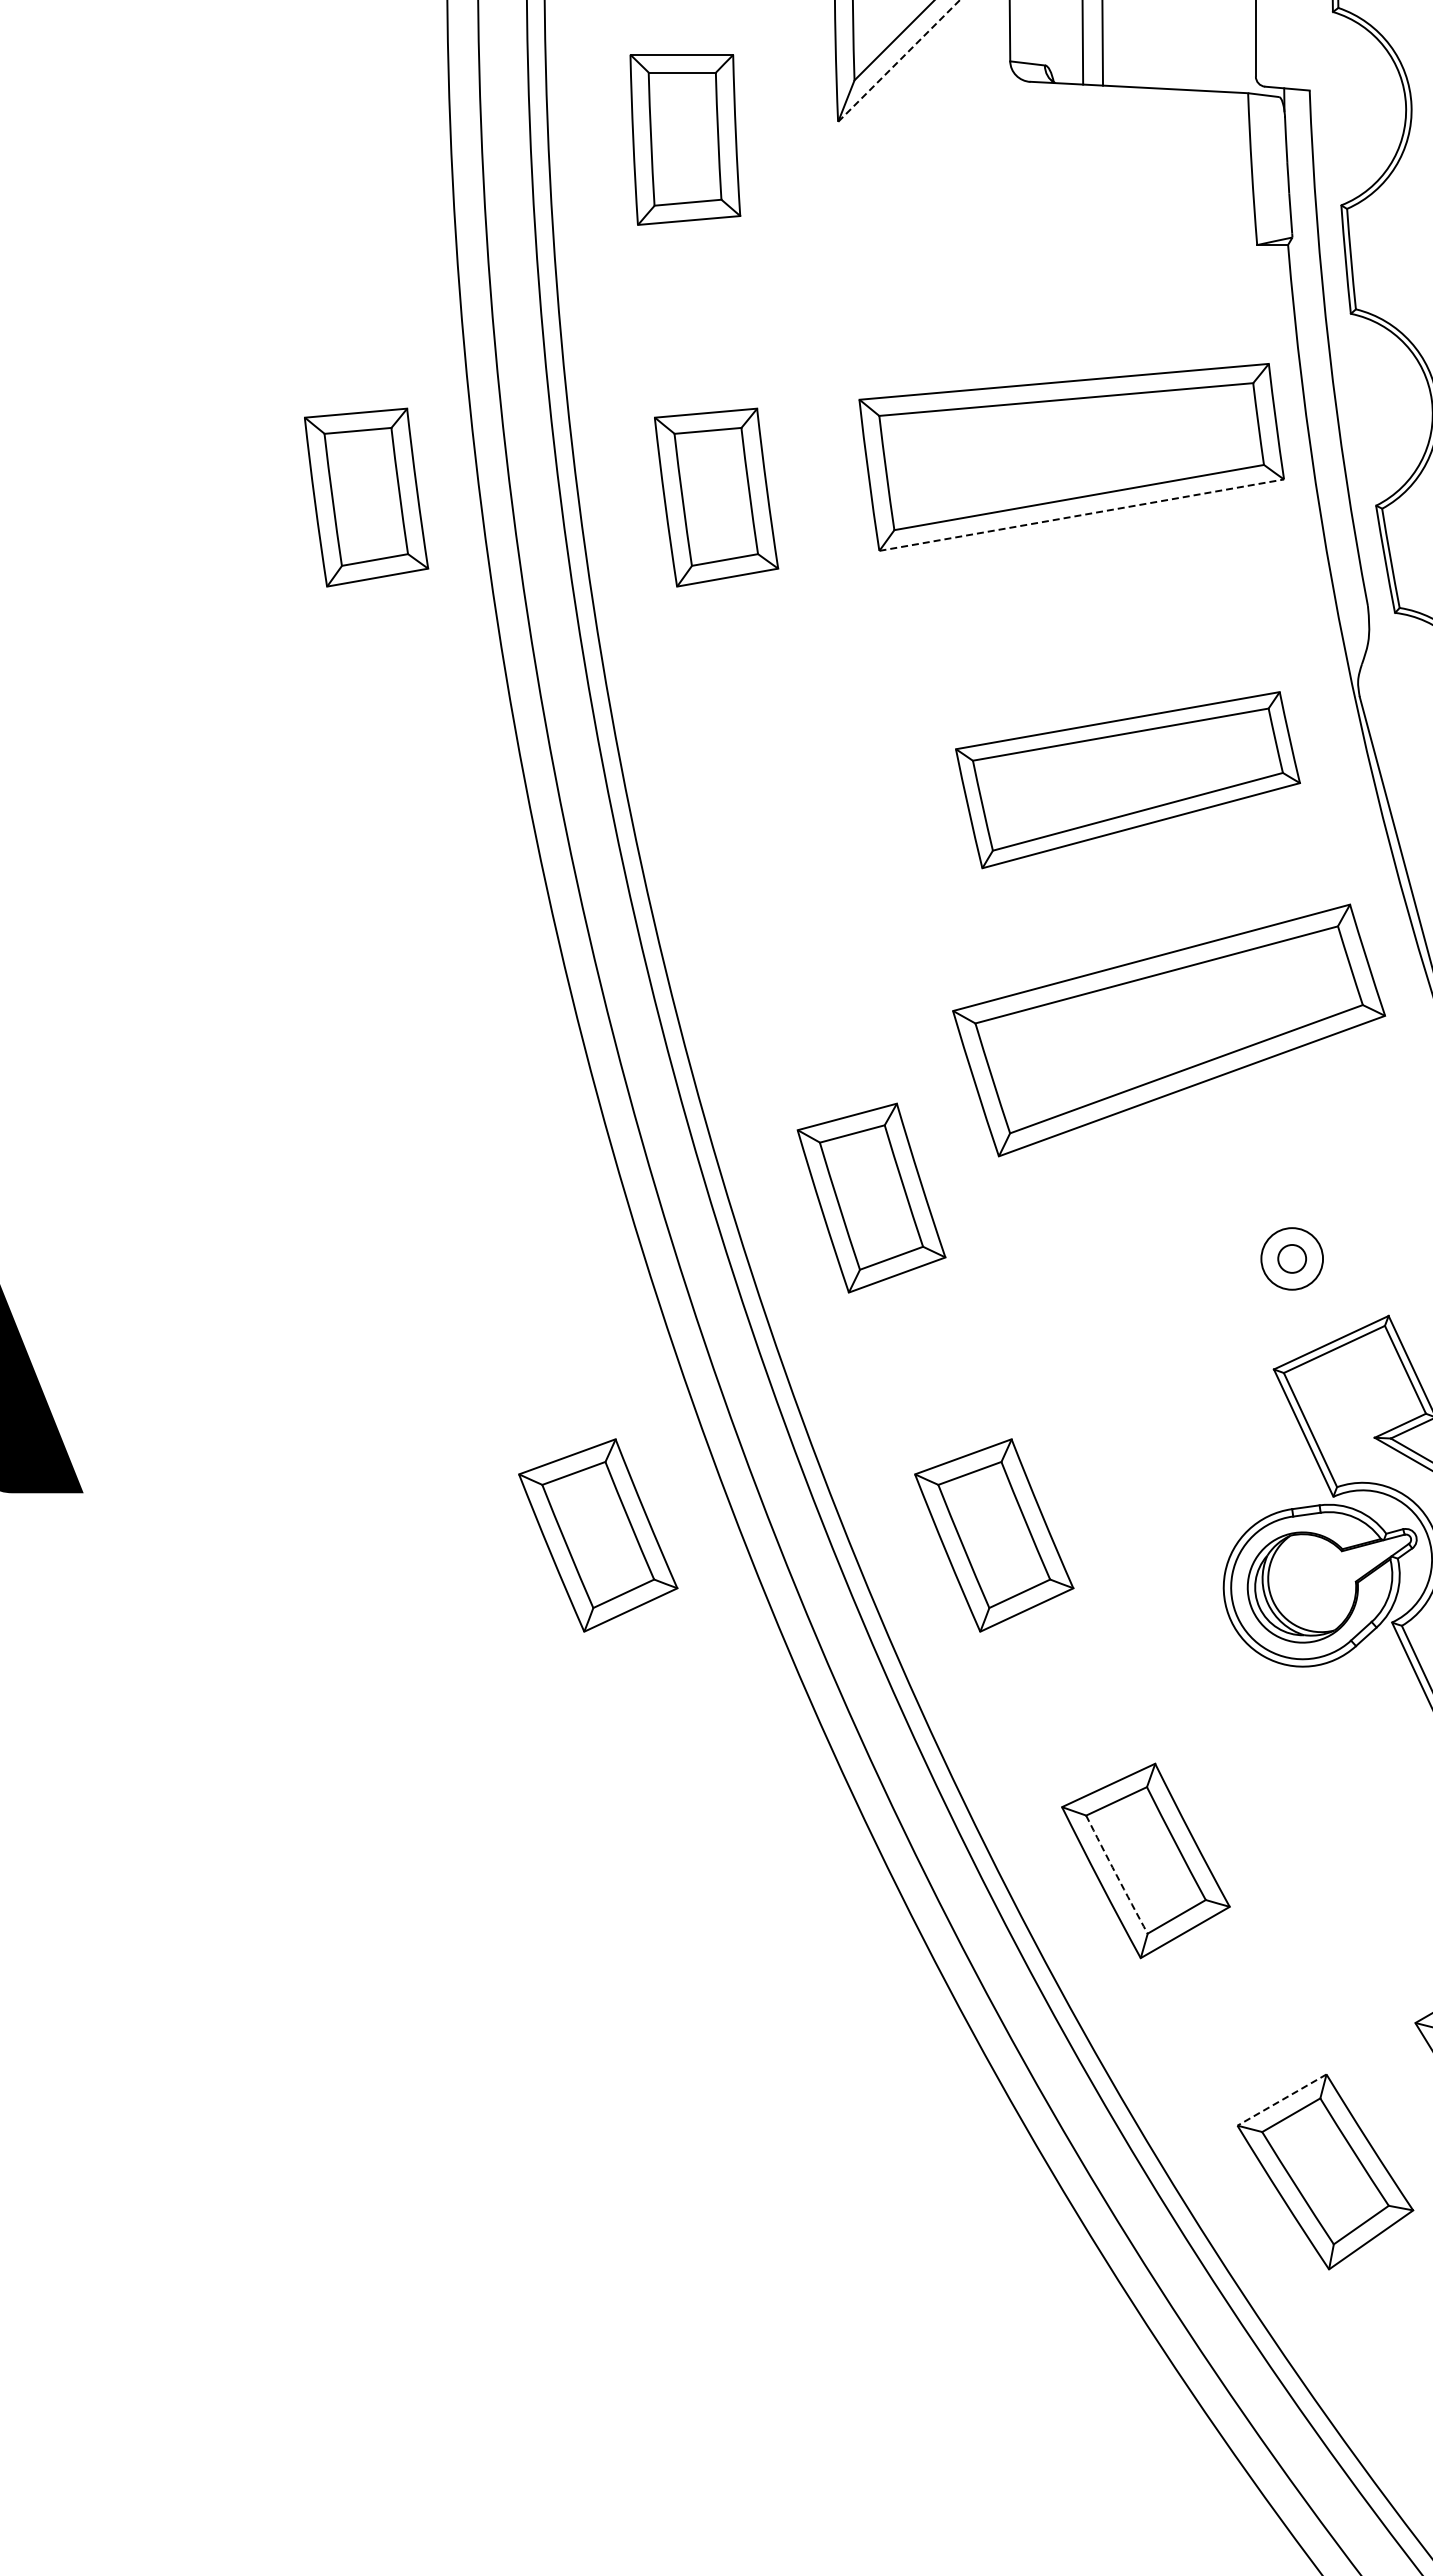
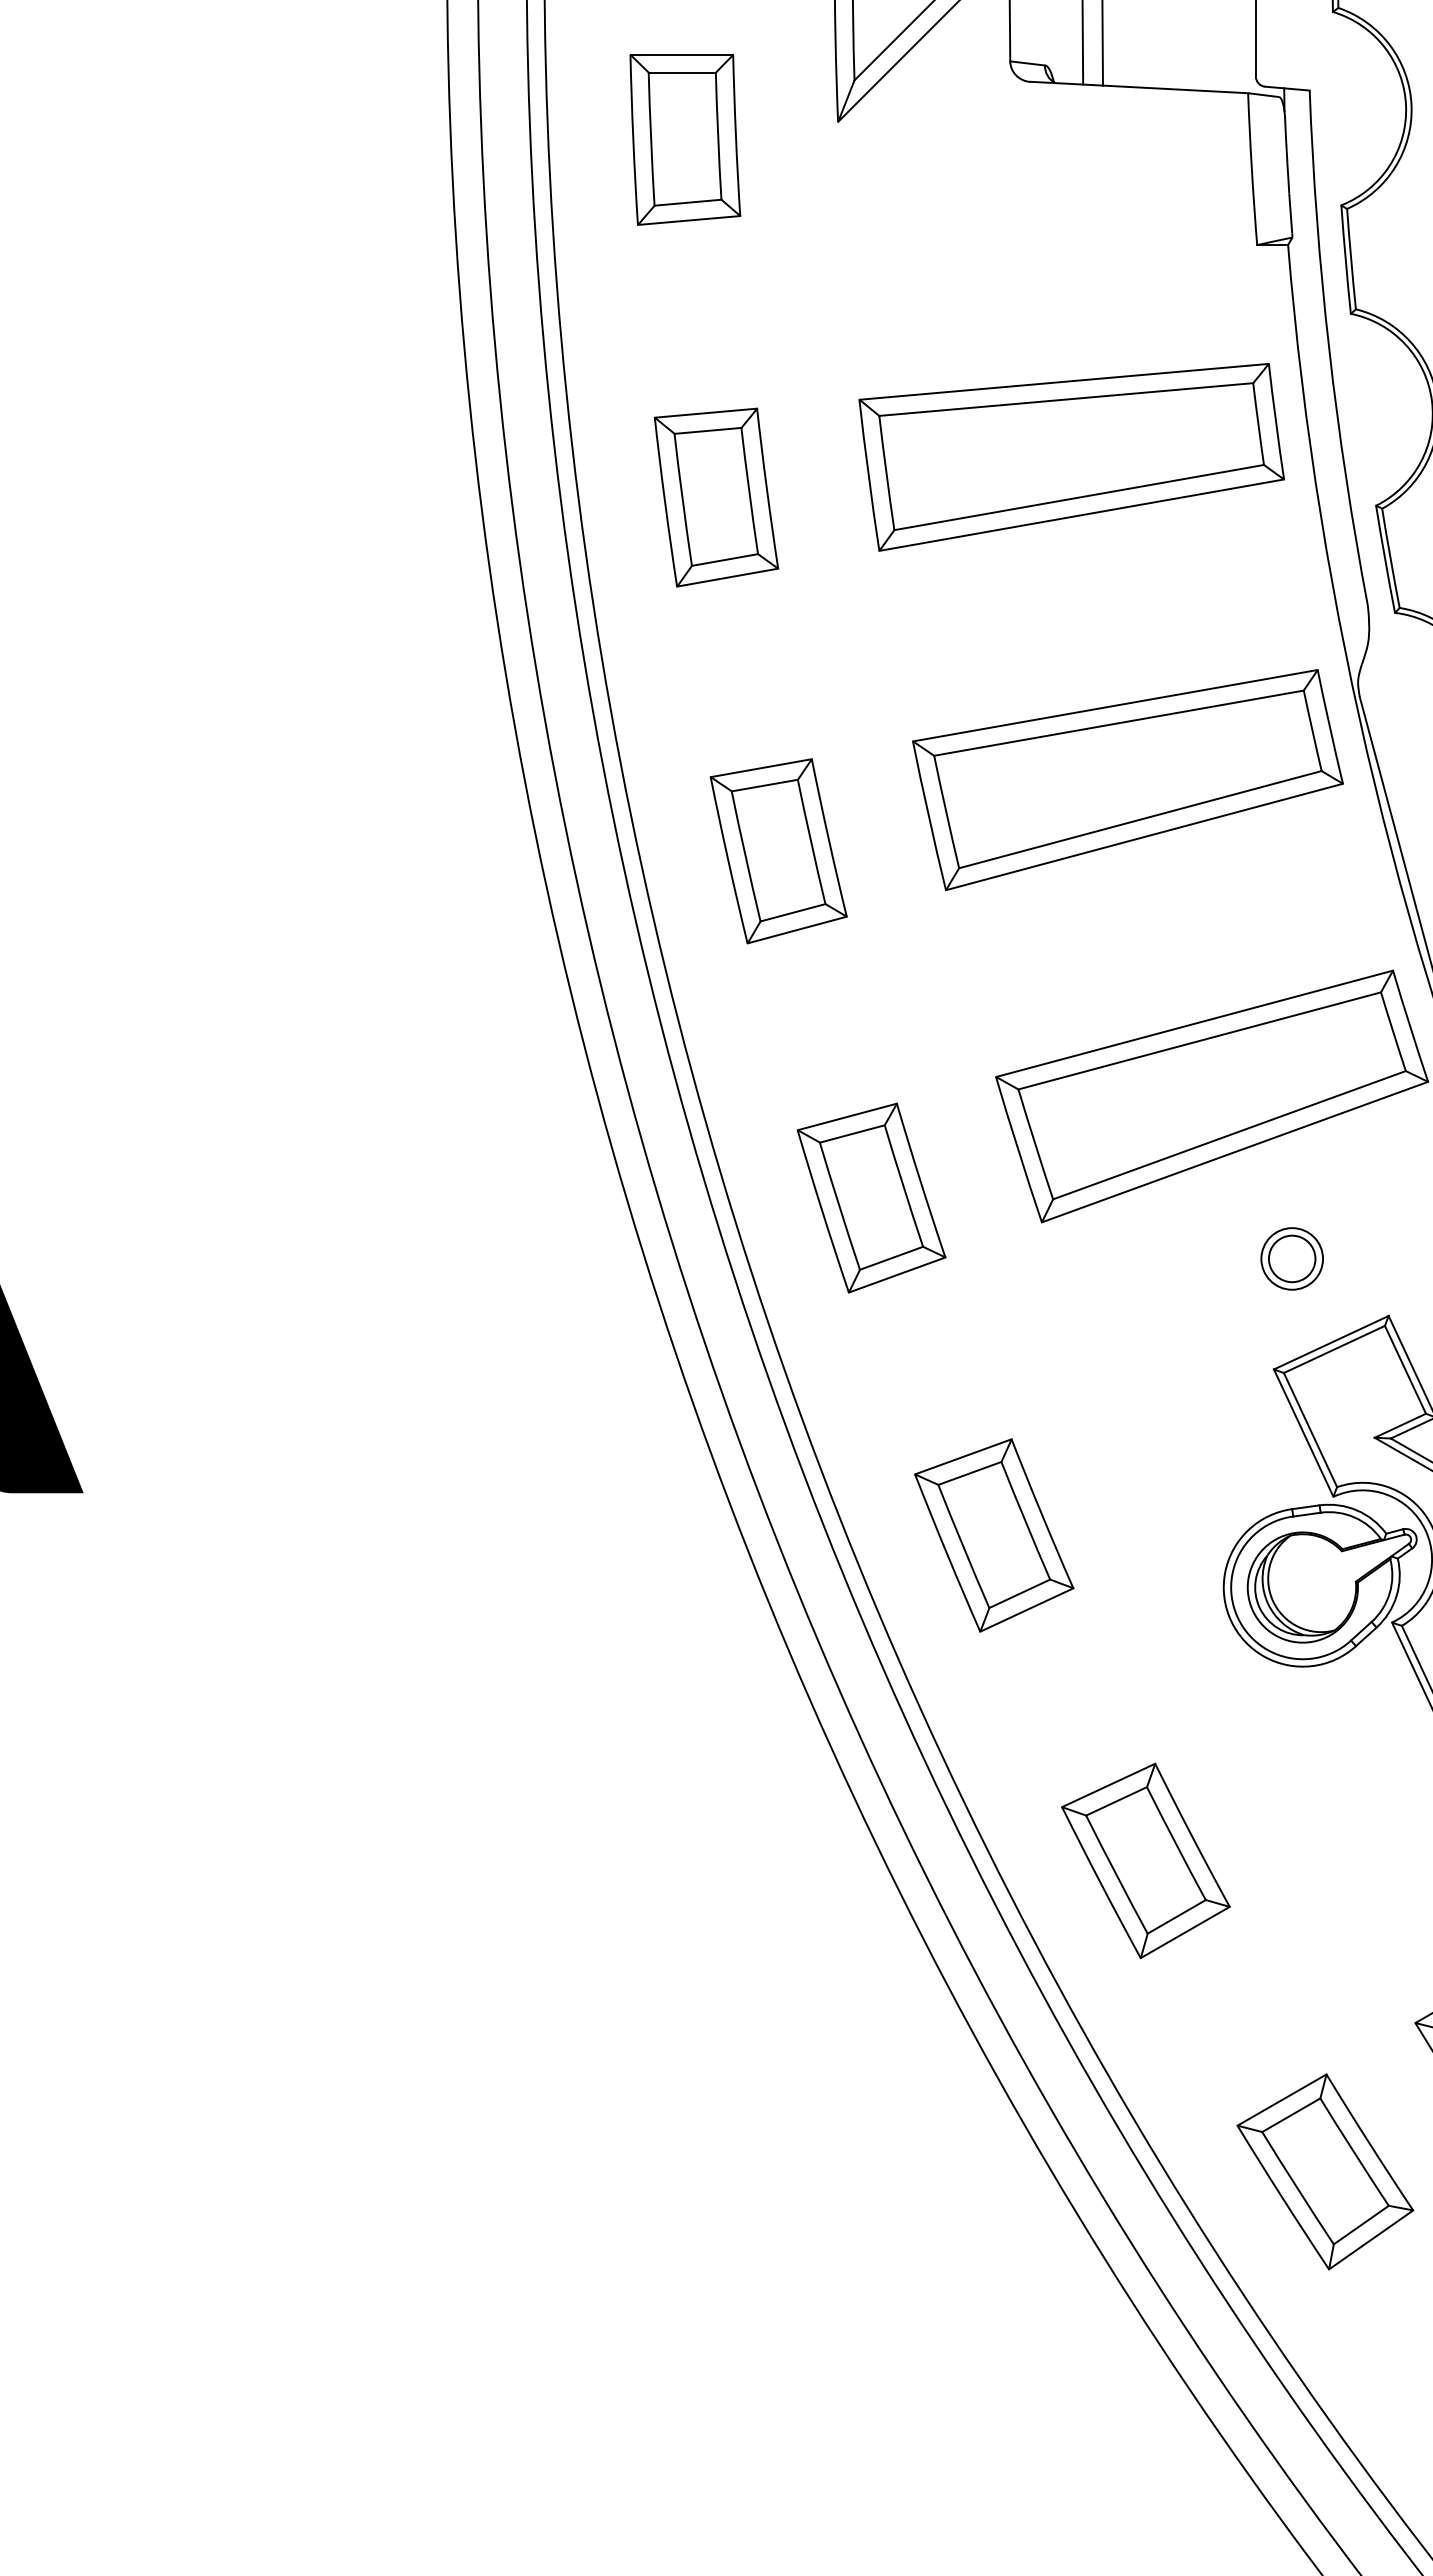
line at (898, 61): dashed -> solid
part at (366, 497): present -> none
line at (1082, 515): dashed -> solid
part at (1127, 780) size: 346x179 px -> 432x223 px
part at (778, 851): none -> present
part at (1169, 1030) position: (1169, 1030) -> (1212, 1096)
circle at (1292, 1258) diameter: 28 px -> 47 px
part at (598, 1535): present -> none
arc at (1116, 1874): dashed -> solid
line at (1281, 2100): dashed -> solid
